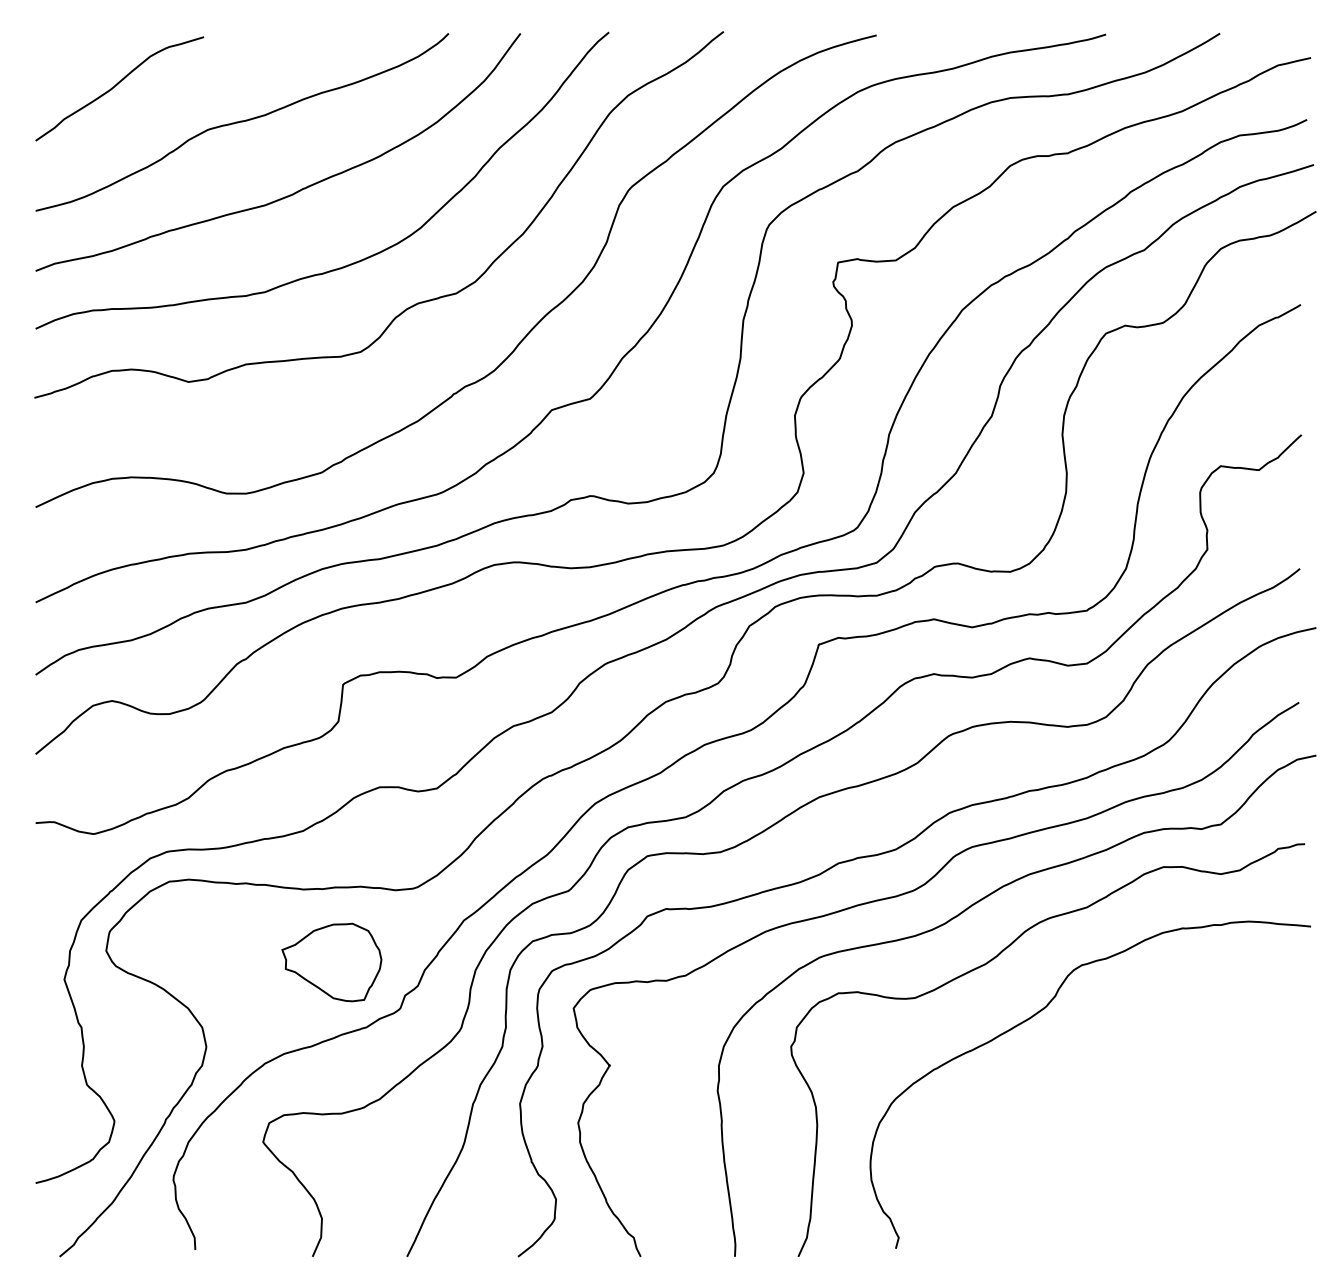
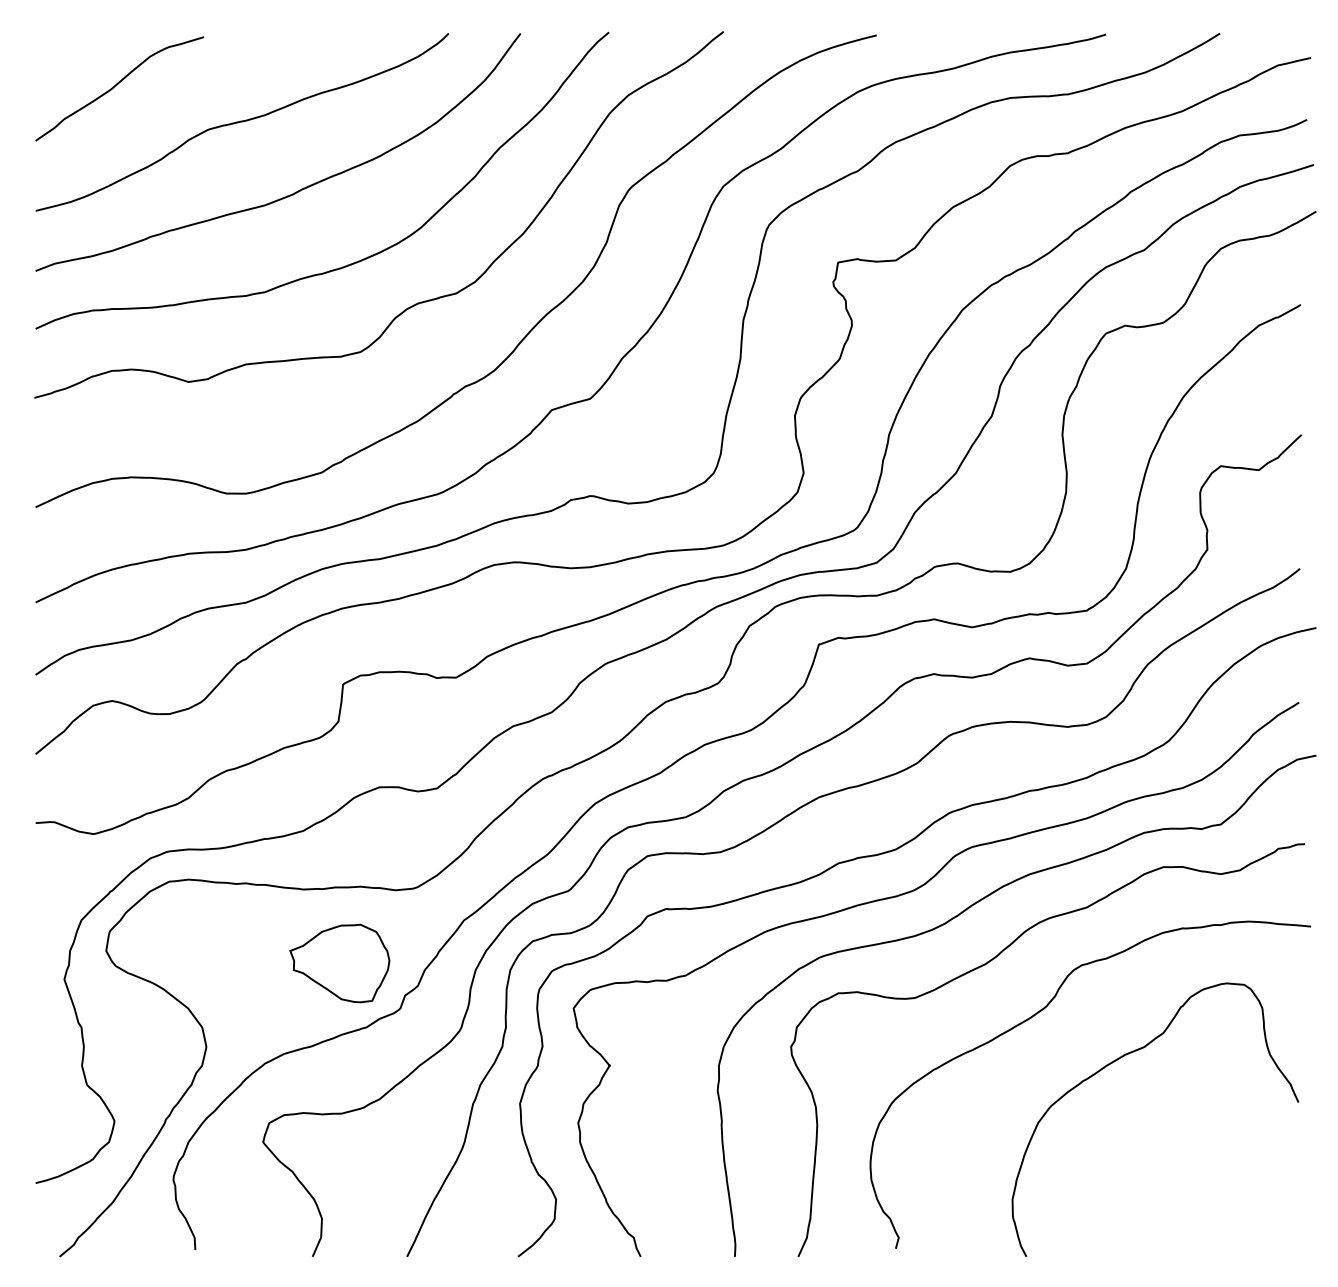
part at (331, 962) position: (331, 962) -> (339, 963)
curve at (1121, 1058): none -> present
